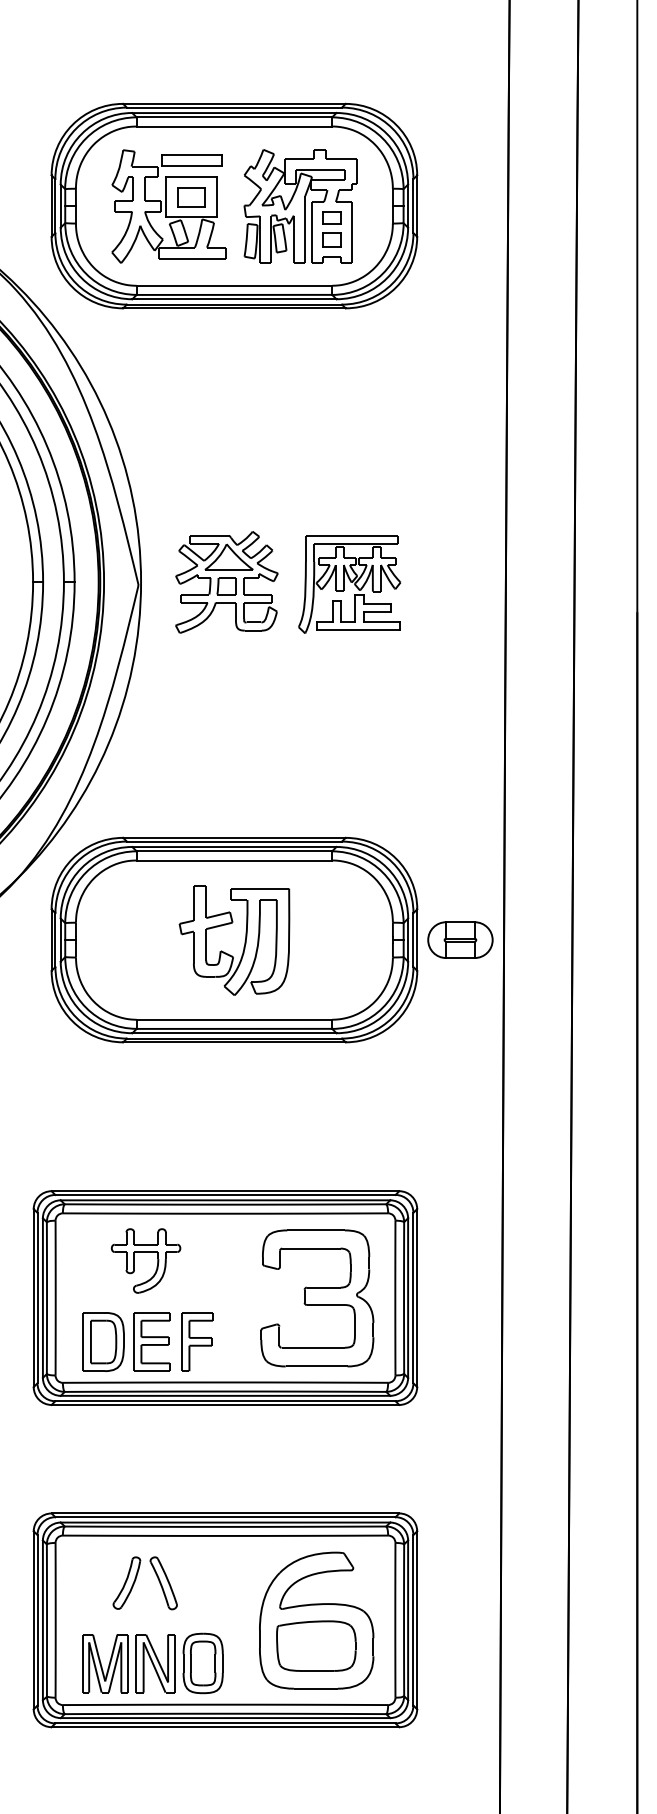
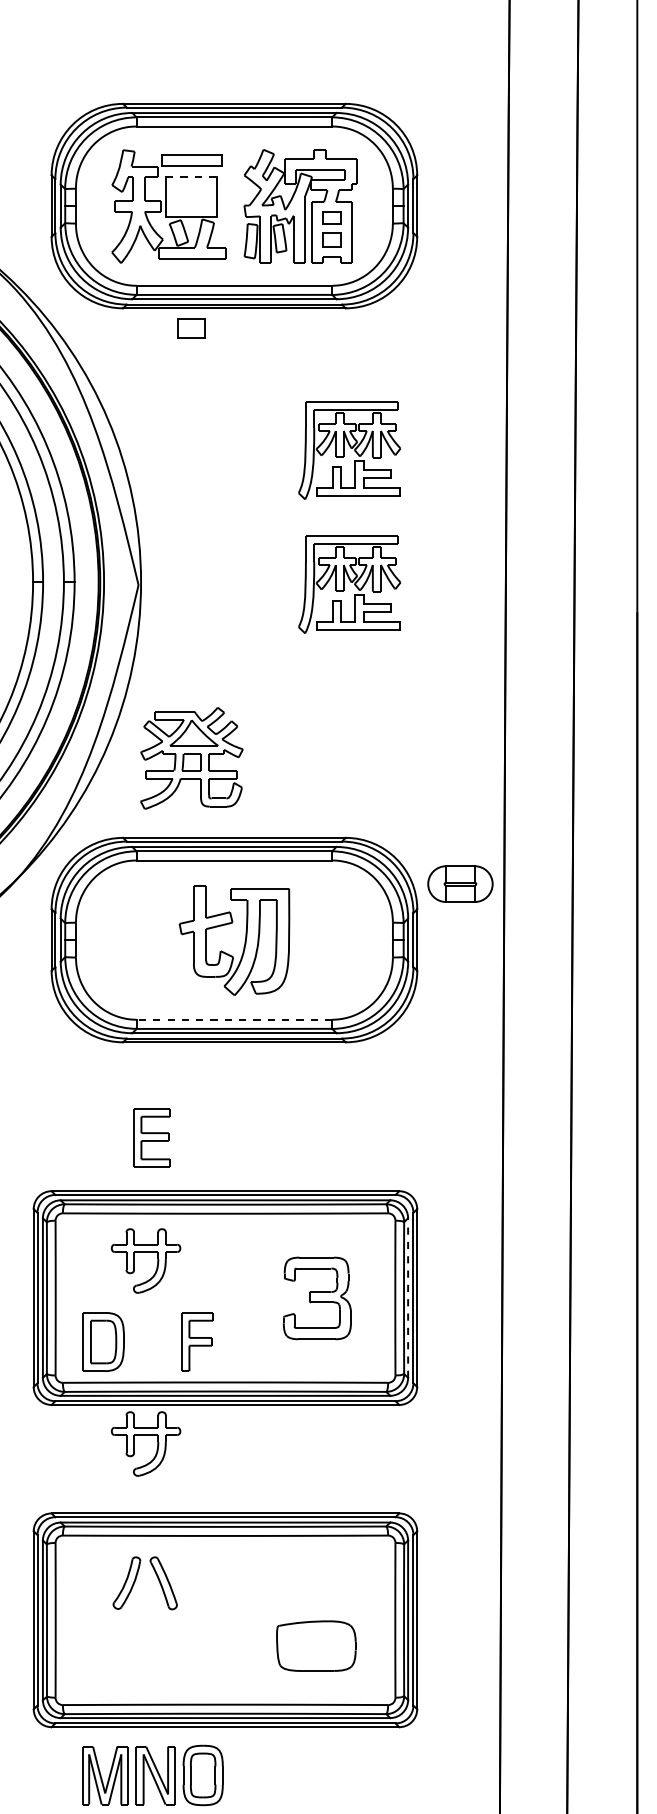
line at (192, 176): solid -> dashed
part at (191, 197) position: (191, 197) -> (191, 328)
part at (349, 450): none -> present
part at (226, 582) position: (226, 582) -> (191, 758)
part at (460, 939) position: (460, 939) -> (460, 883)
line at (234, 1019): solid -> dashed
part at (317, 1298) size: 115x139 px -> 70x85 px
line at (408, 1298): solid -> dashed
part at (151, 1341) position: (151, 1341) -> (151, 1137)
part at (145, 1435): none -> present
part at (316, 1620): present -> none
part at (152, 1663) position: (152, 1663) -> (152, 1775)
